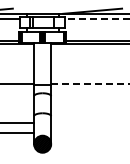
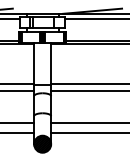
line at (96, 19): dashed -> solid
line at (90, 84): dashed -> solid
line at (18, 90): none -> present
line at (88, 90): none -> present
line at (88, 122): none -> present
line at (88, 133): none -> present
